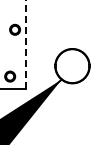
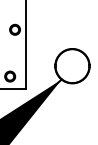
line at (26, 44): dashed -> solid
